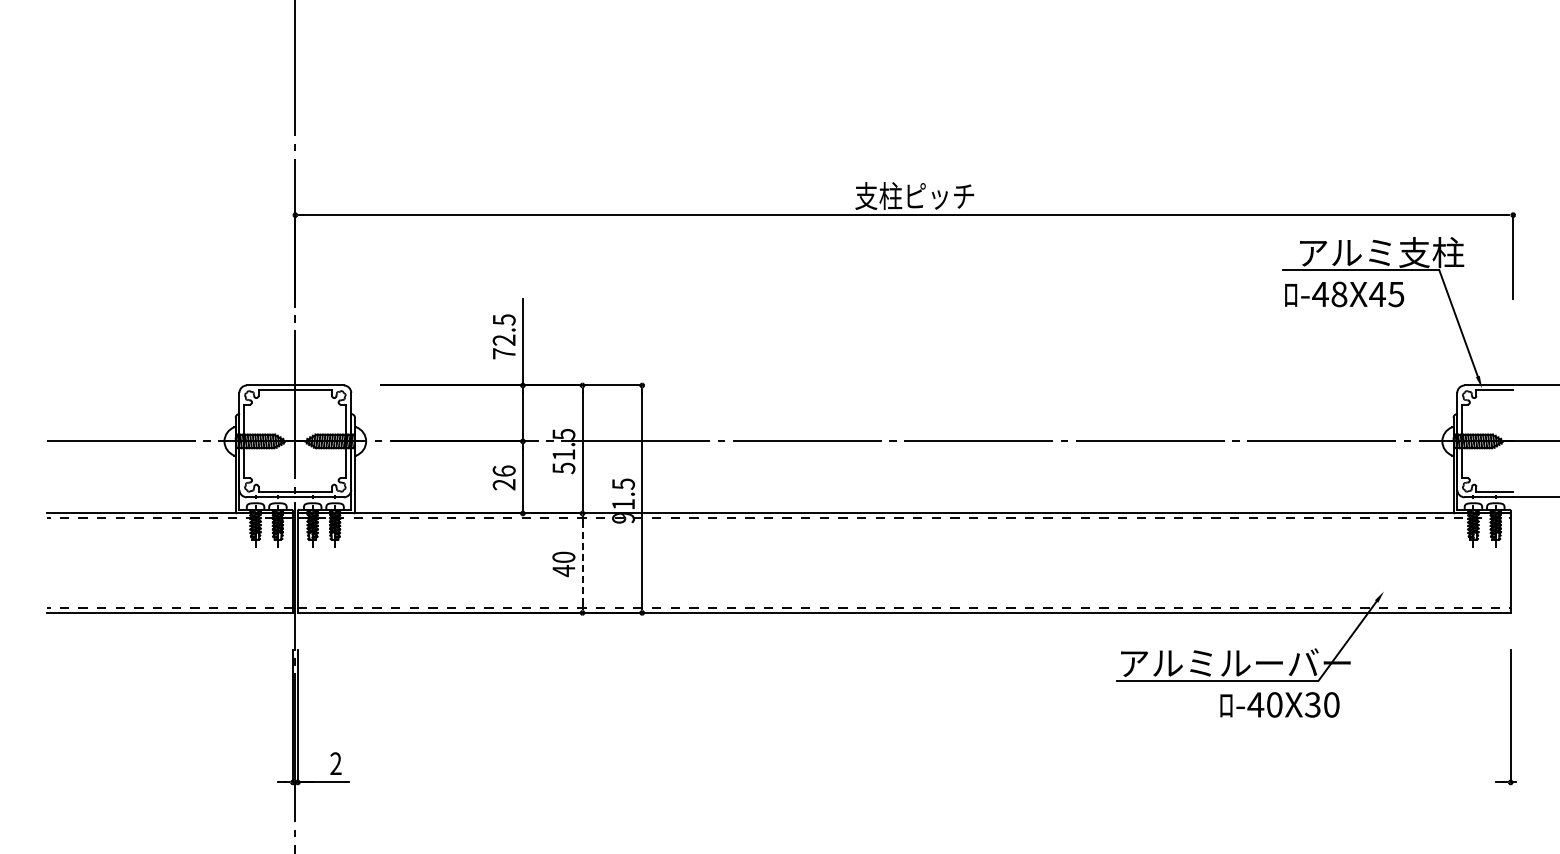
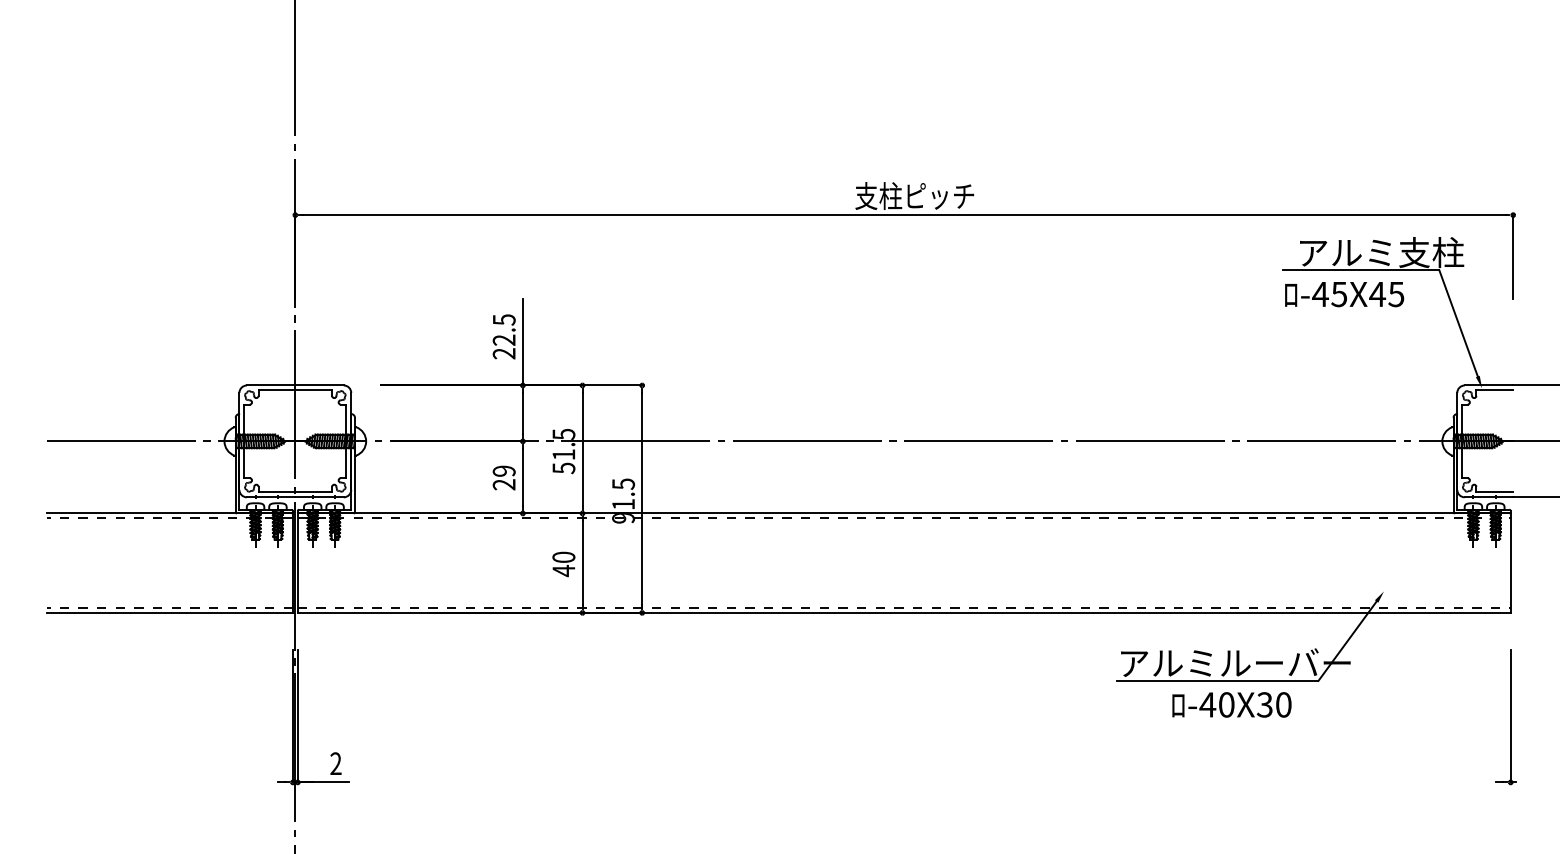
text at (1339, 294): -48X45 -> -45X45
text at (503, 353): 72.5 -> 22.5
text at (503, 470): 26 -> 29
line at (582, 563): dashed -> solid
text at (1279, 704) position: (1279, 704) -> (1231, 704)
